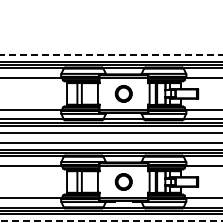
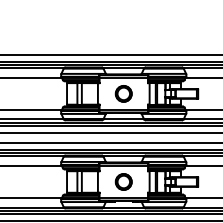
line at (111, 54): dashed -> solid
line at (111, 221): dashed -> solid
